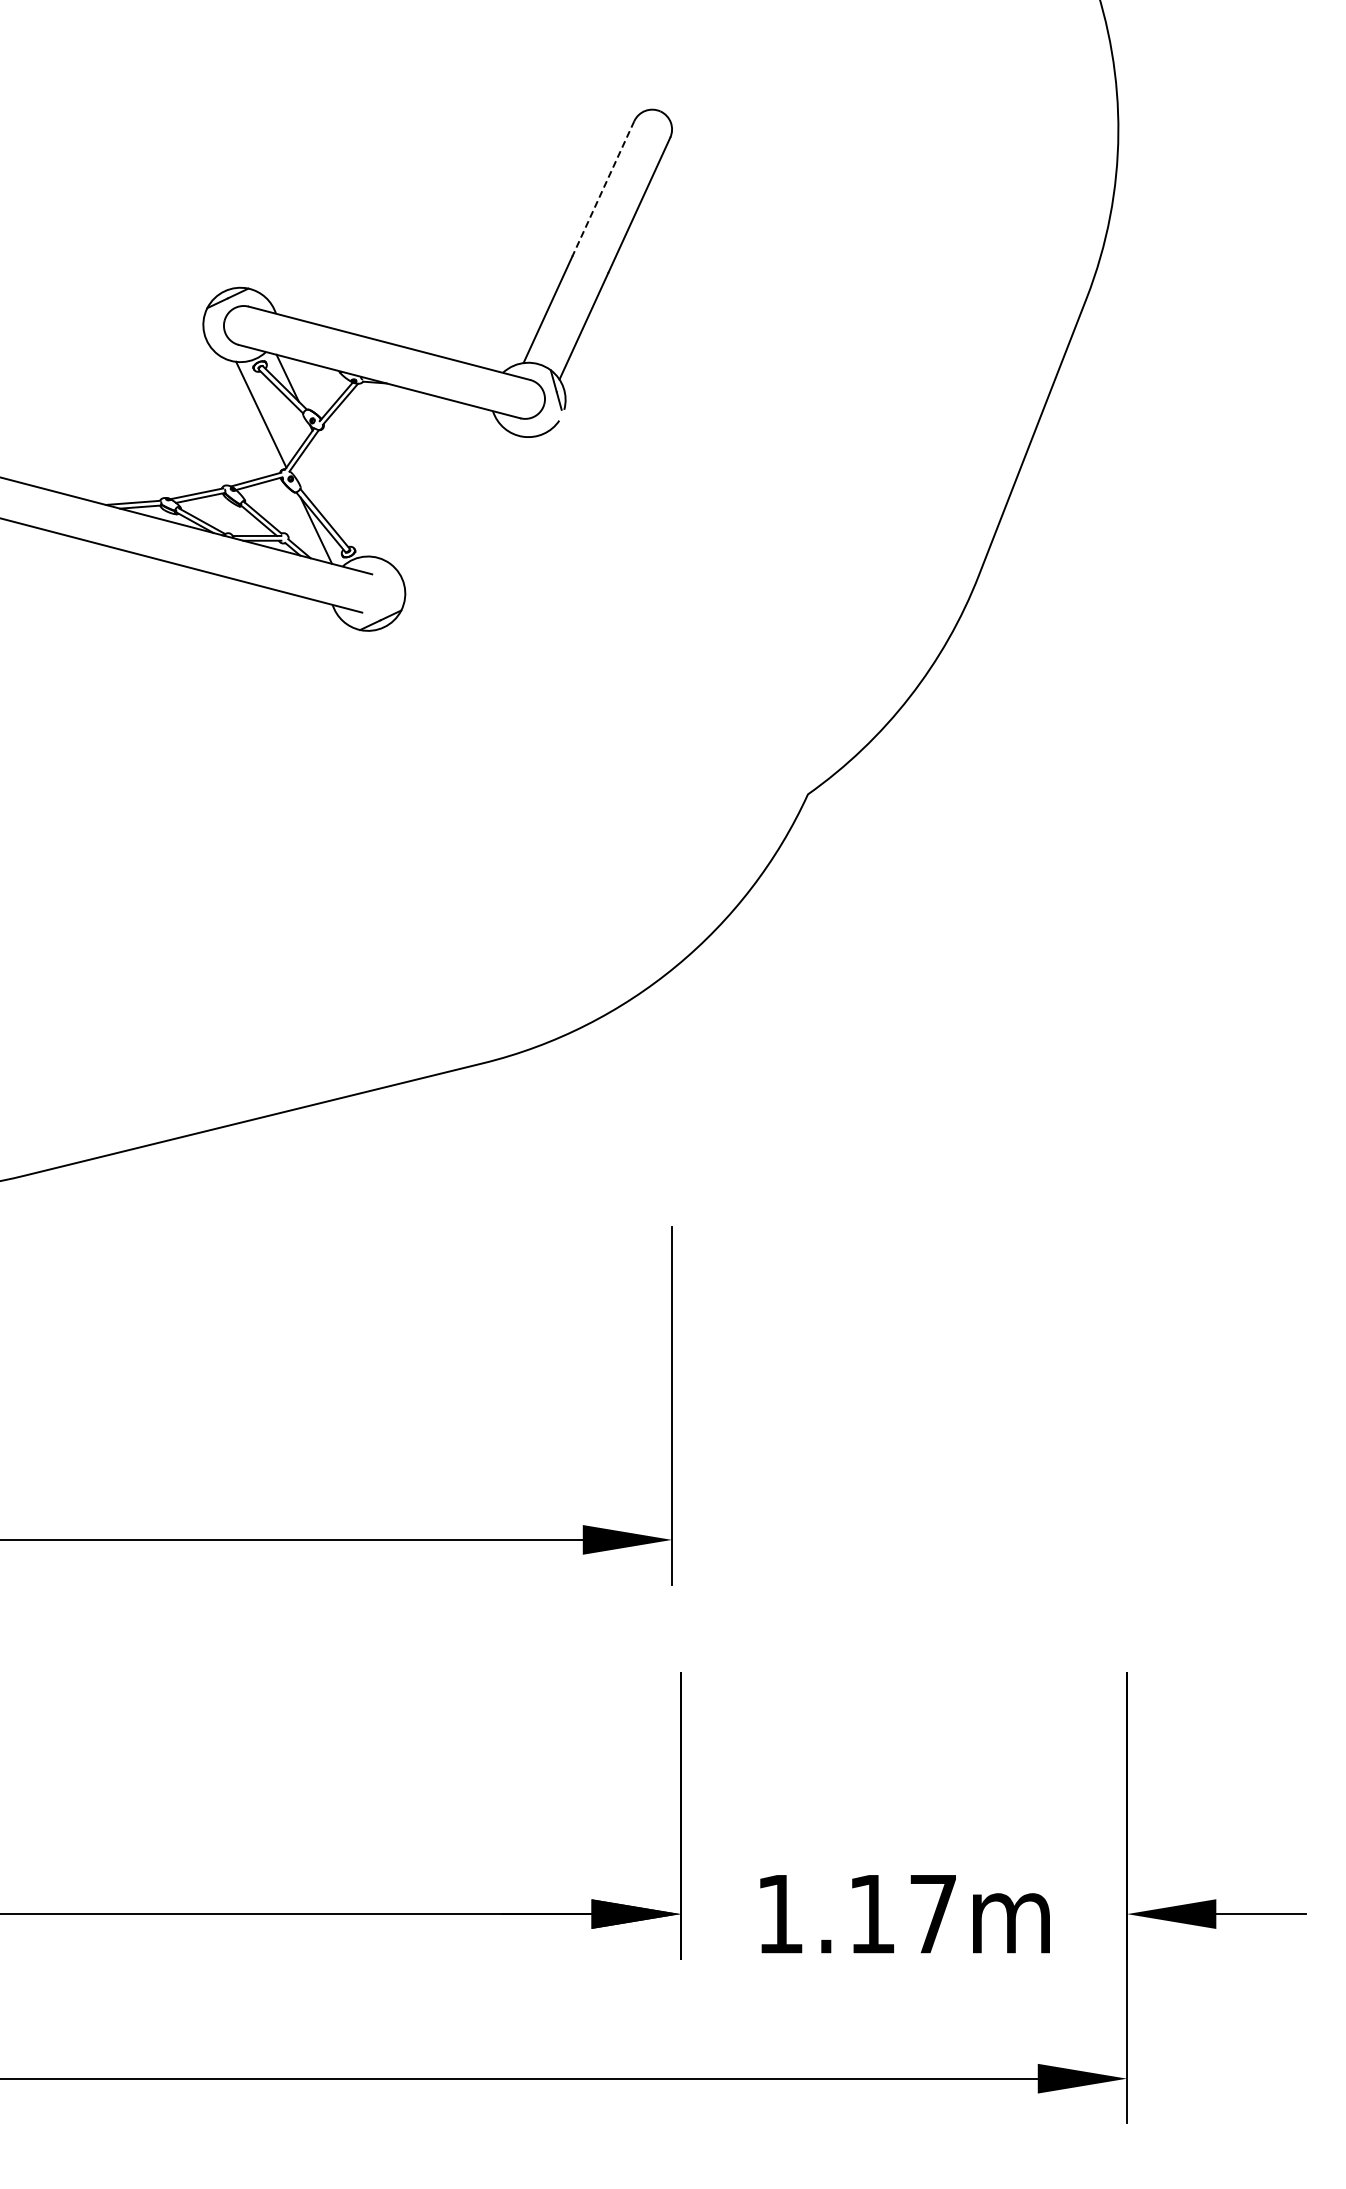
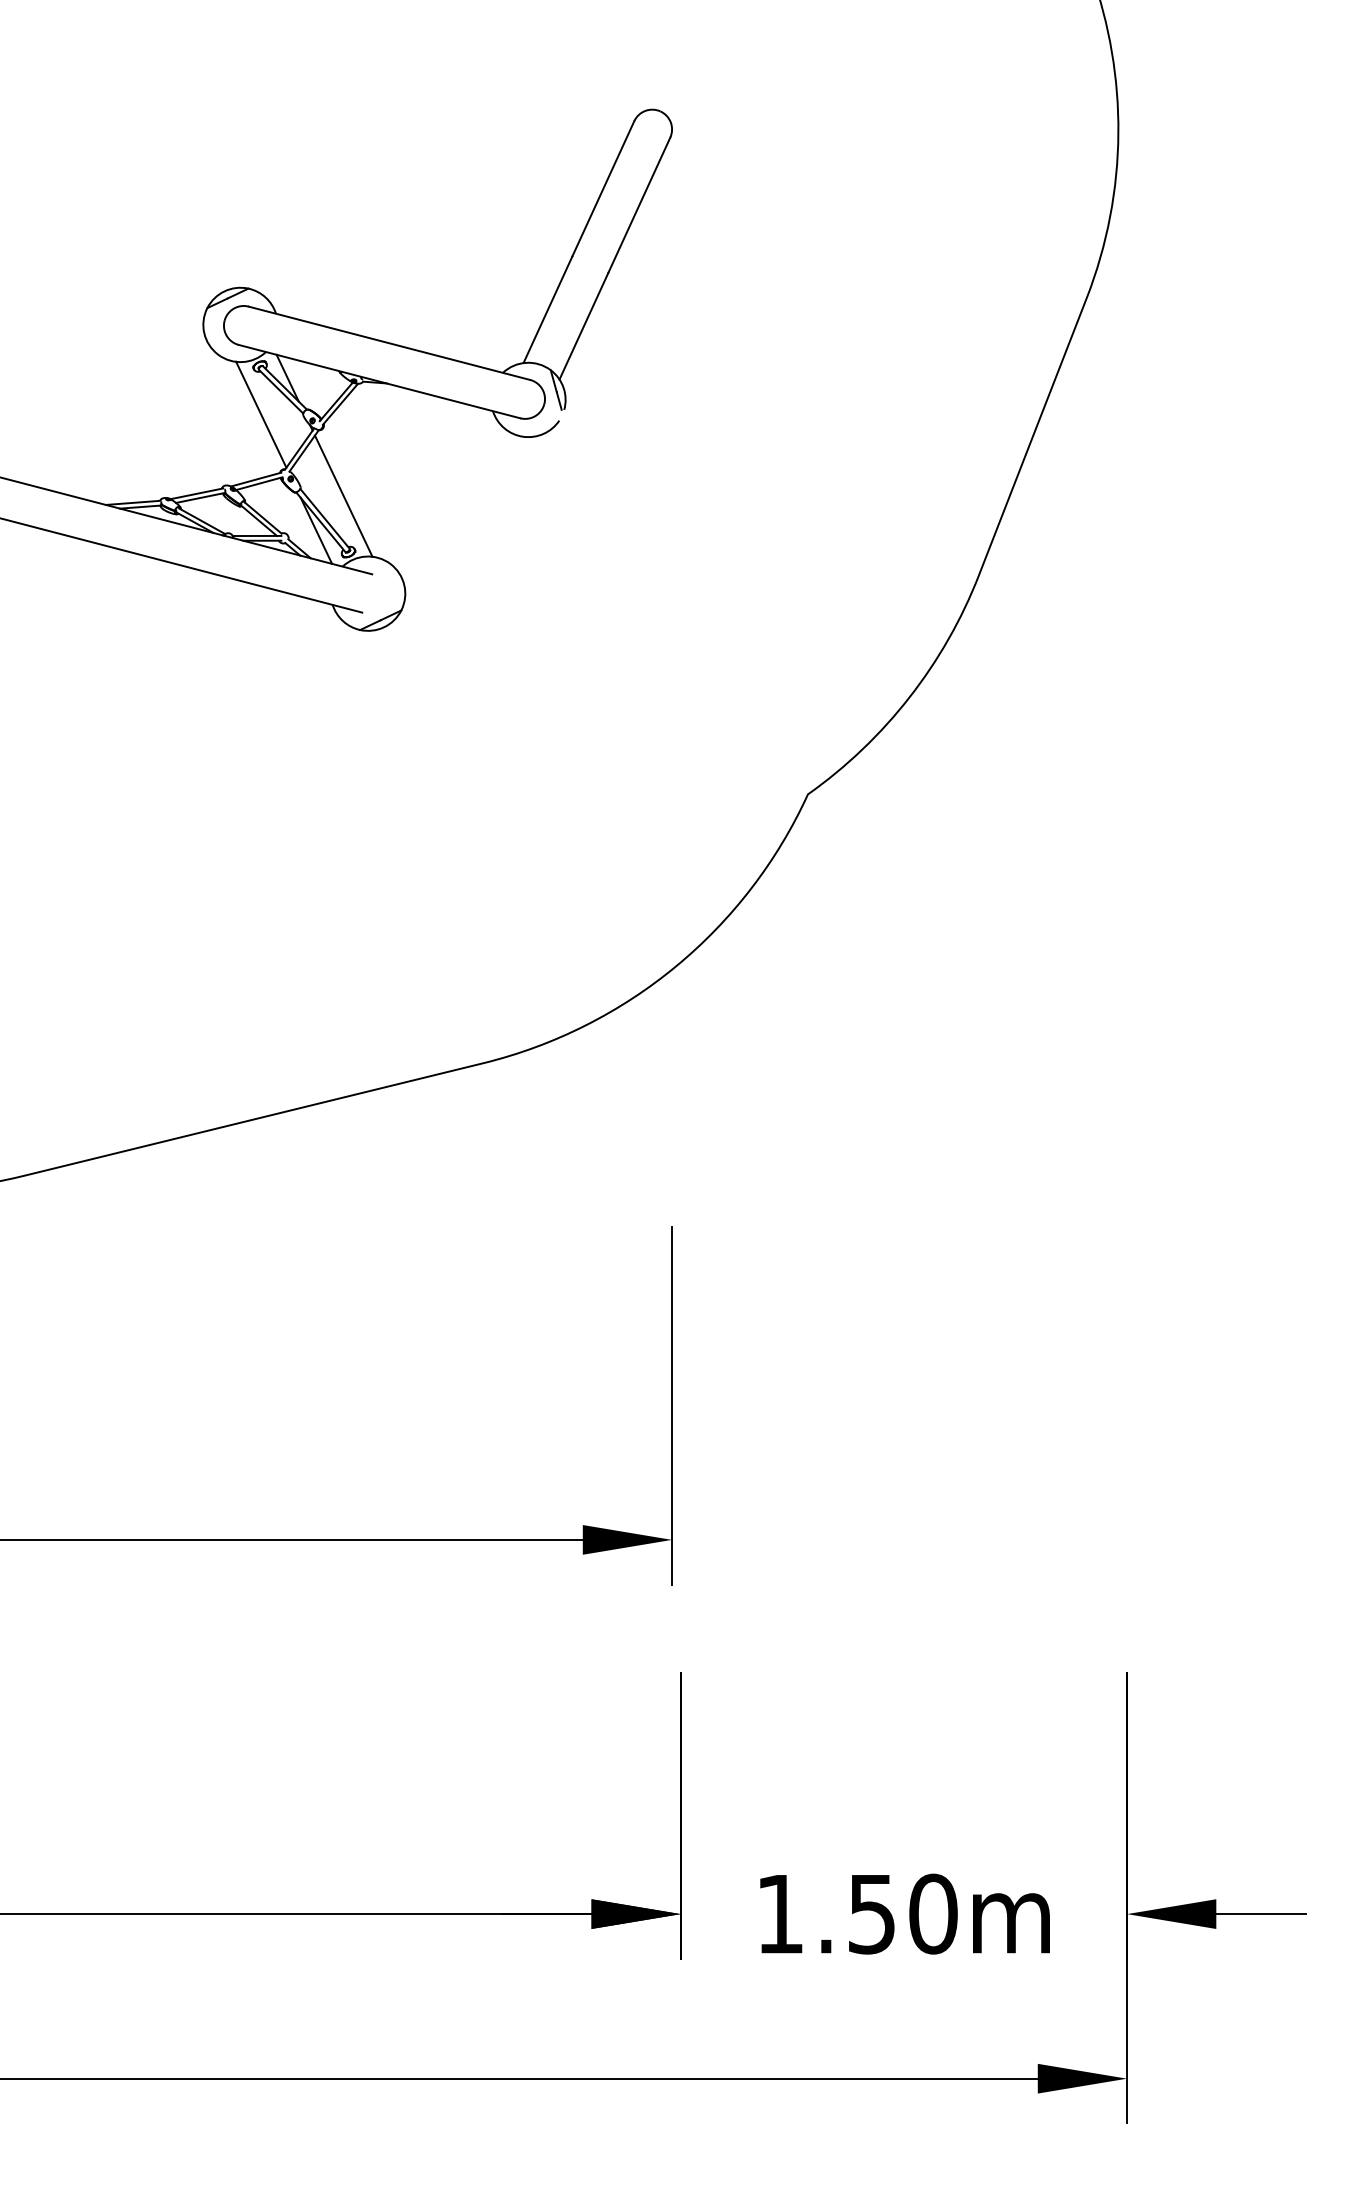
line at (603, 189): dashed -> solid
line at (343, 495): none -> present
text at (903, 1913): 1.17m -> 1.50m
